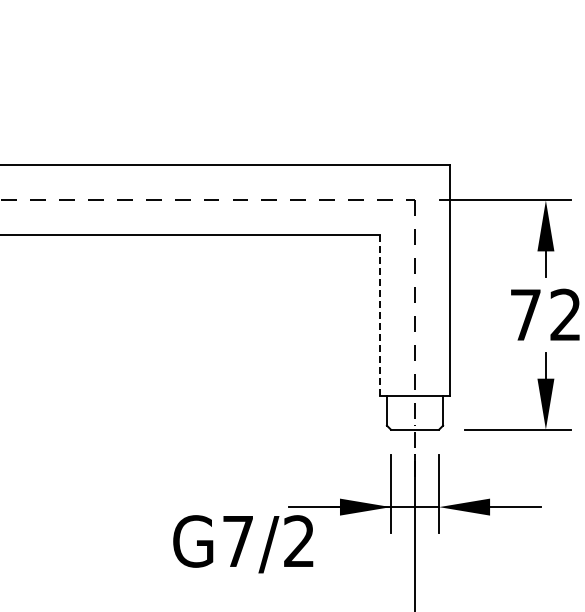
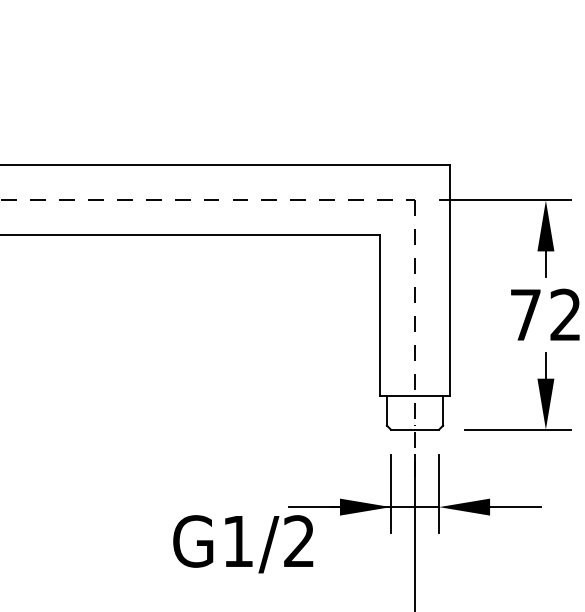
line at (380, 316): dashed -> solid
text at (237, 541): G7/2 -> G1/2
